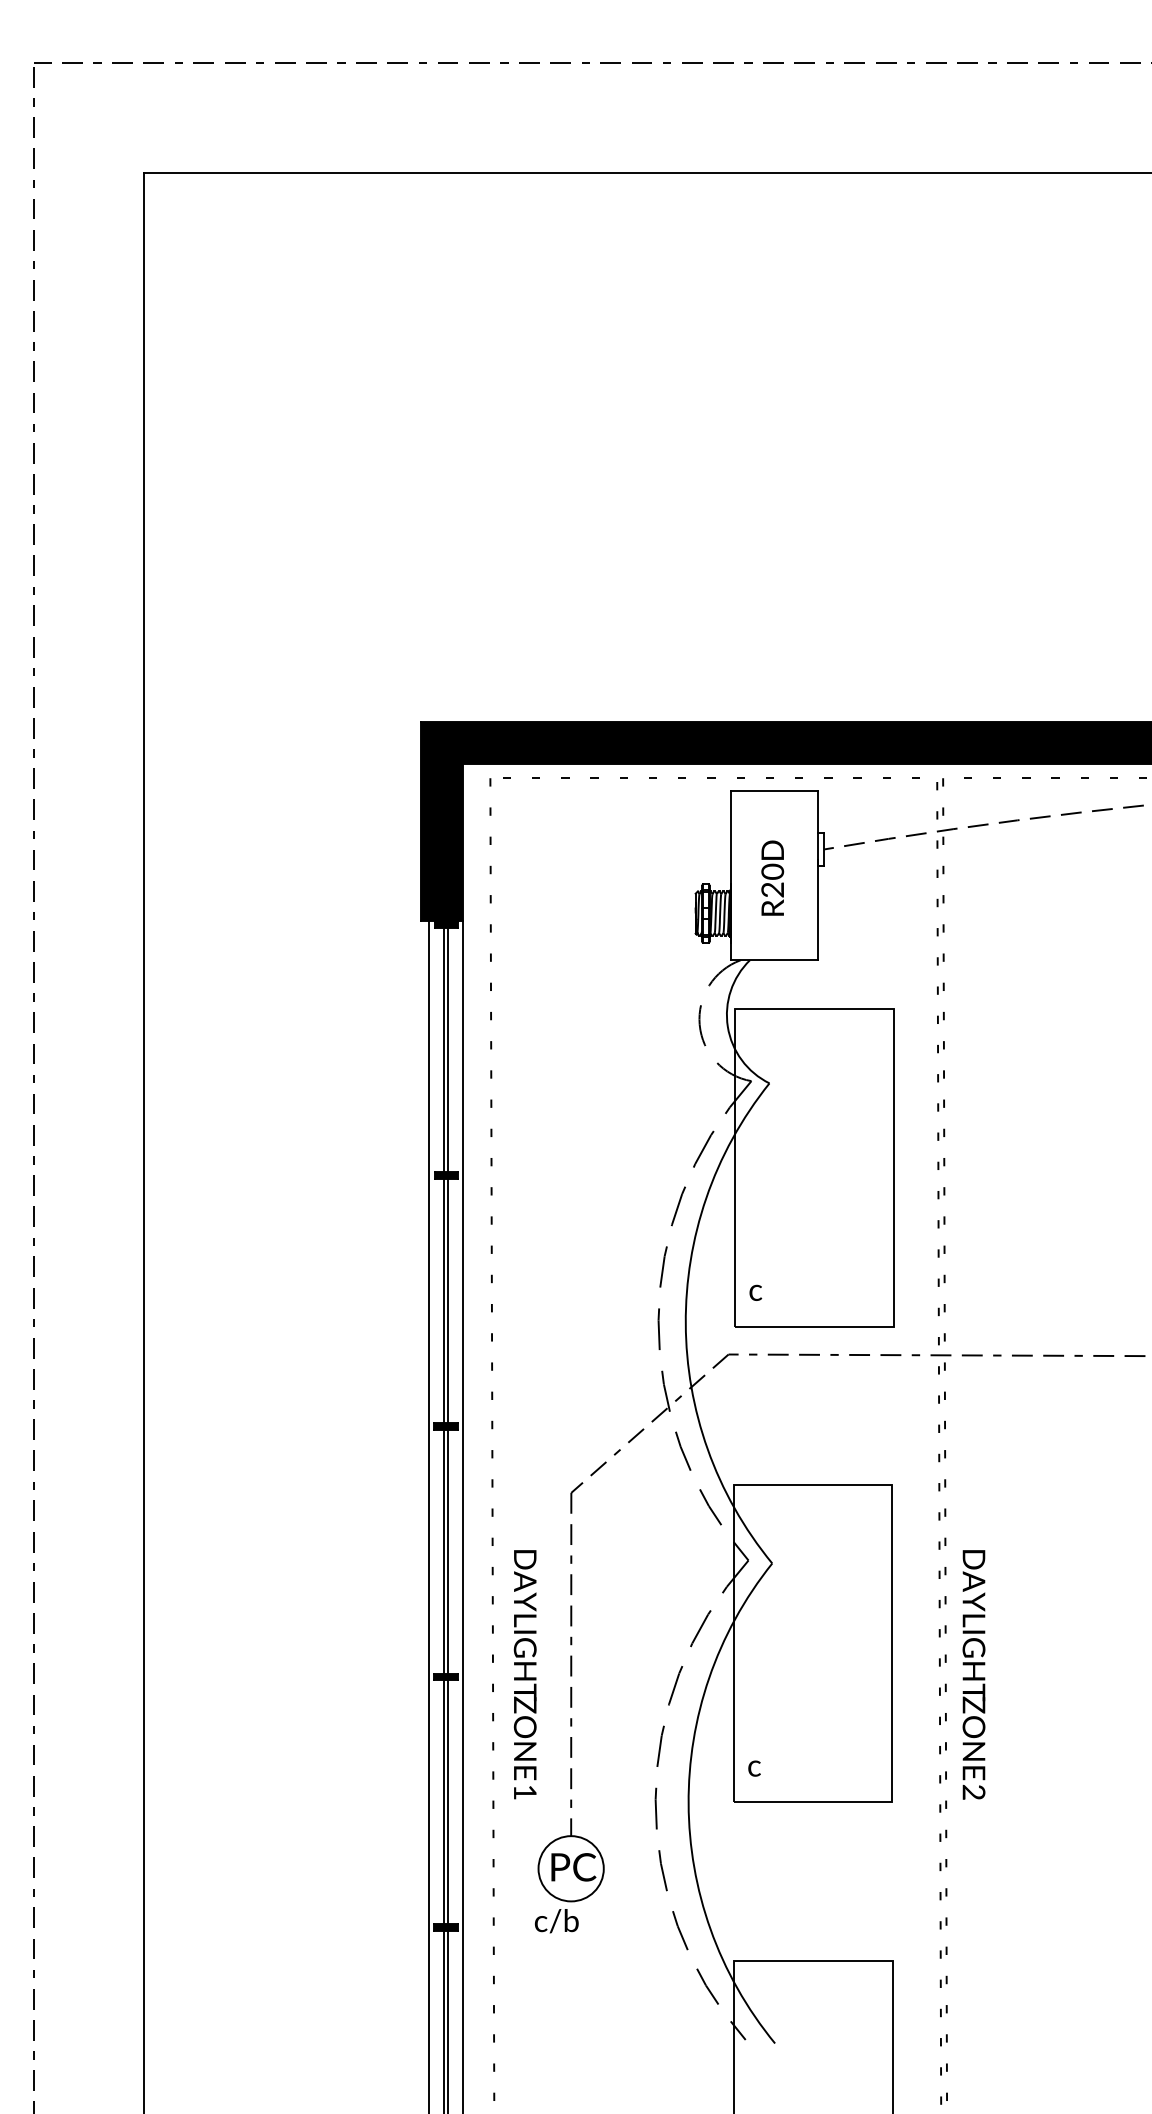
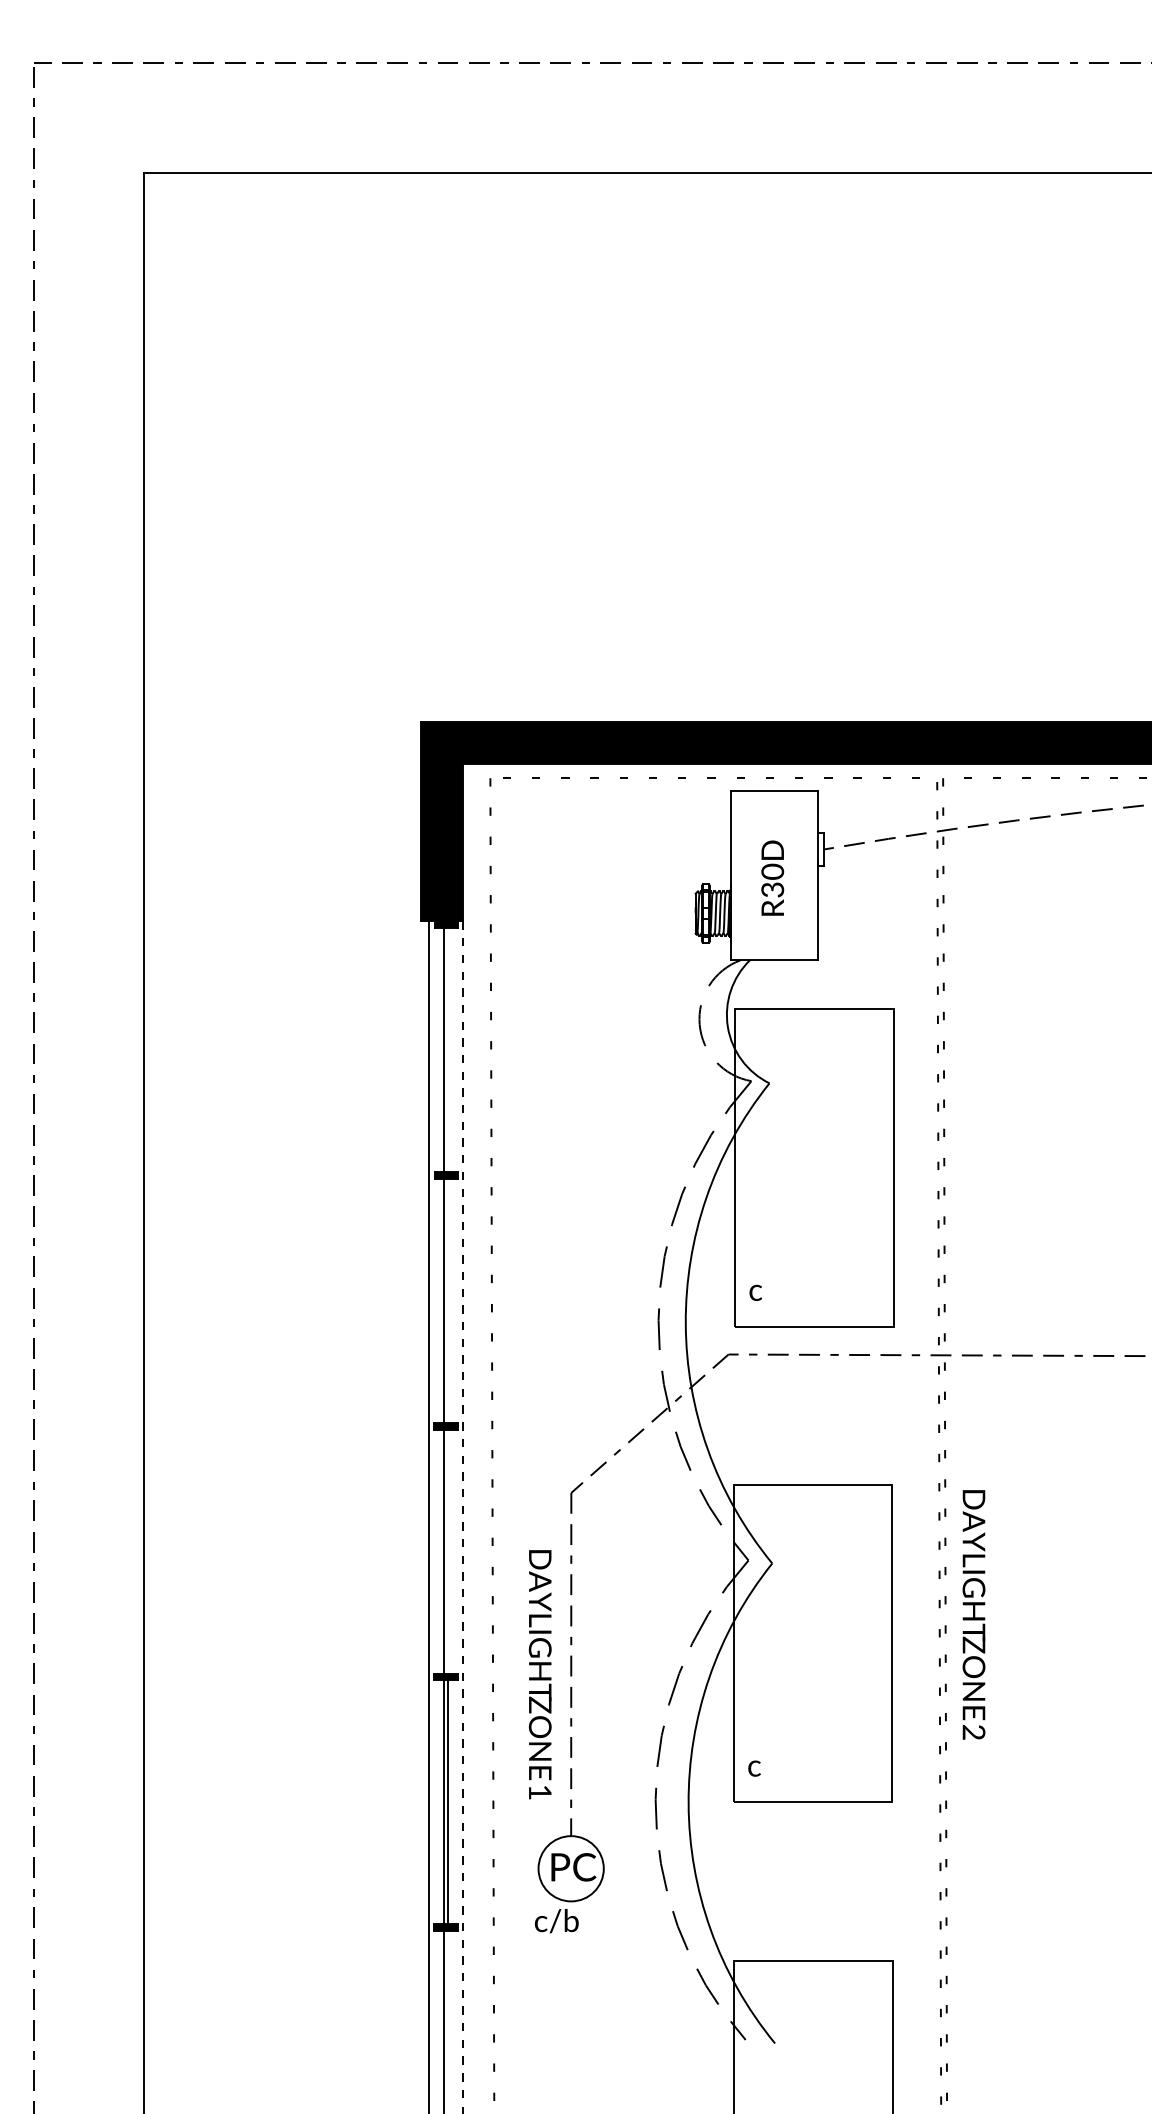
text at (774, 889): R20D -> R30D
line at (448, 1050): present -> none
line at (447, 1300): present -> none
line at (462, 1517): solid -> dashed
line at (448, 1551): present -> none
text at (524, 1674) position: (524, 1674) -> (539, 1674)
text at (973, 1674) position: (973, 1674) -> (973, 1614)
line at (448, 2020): present -> none
